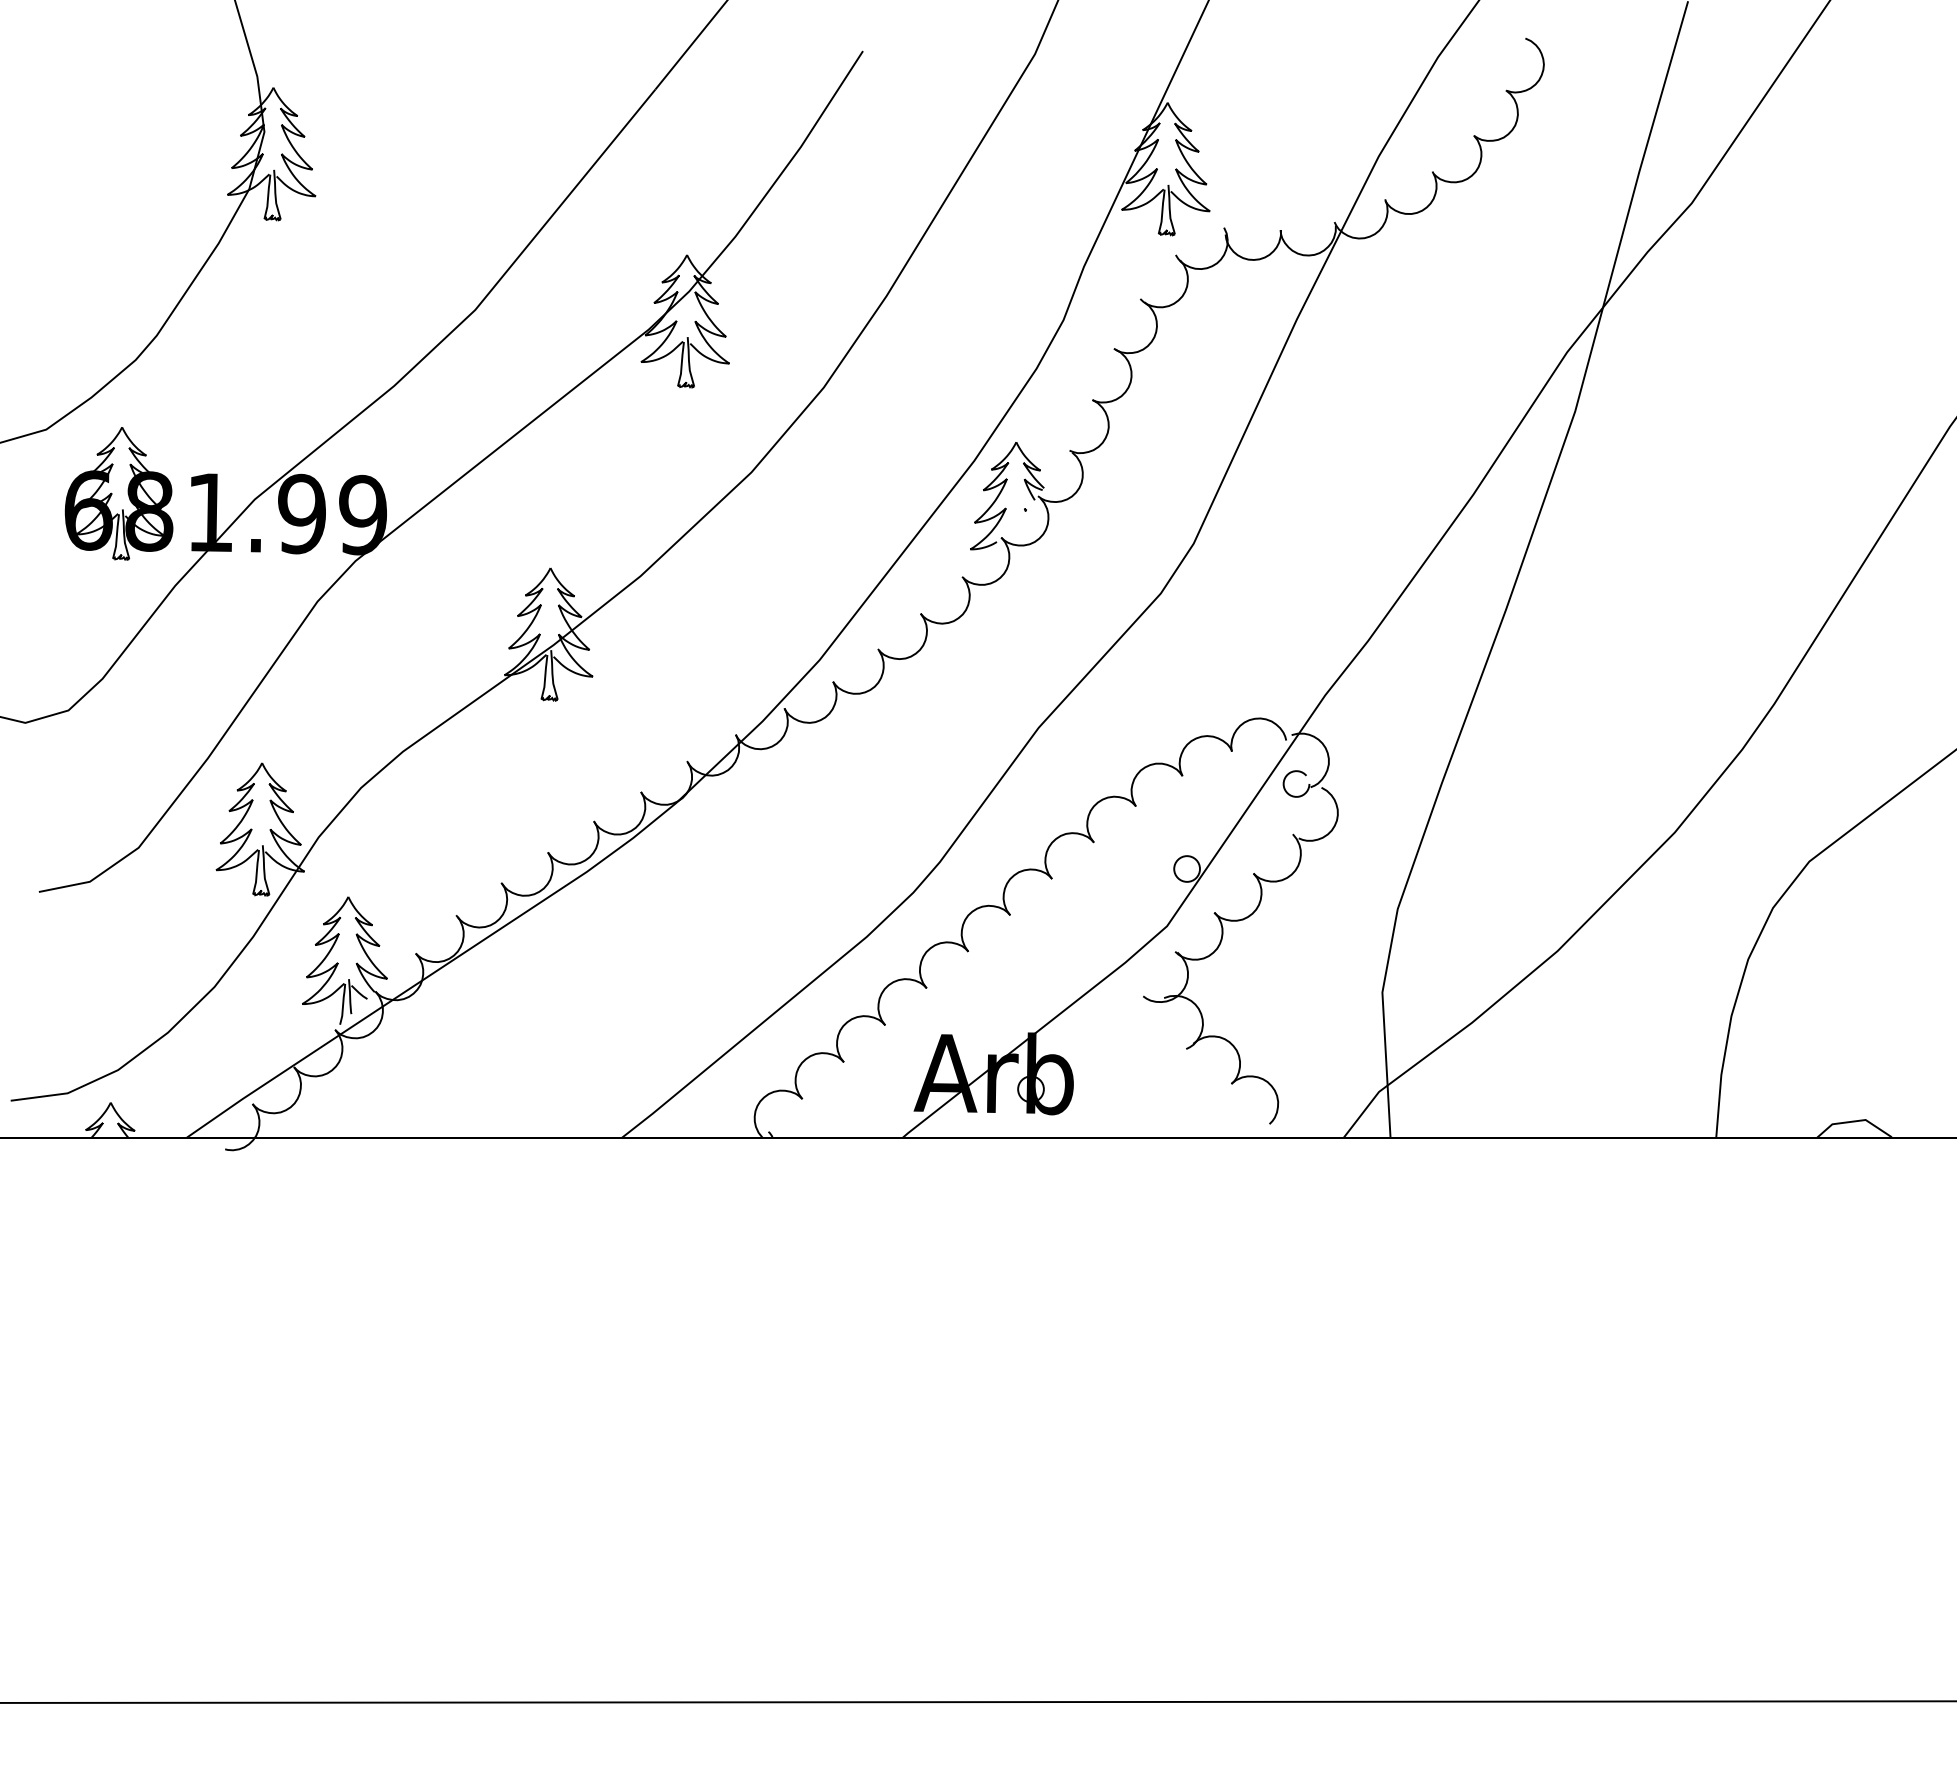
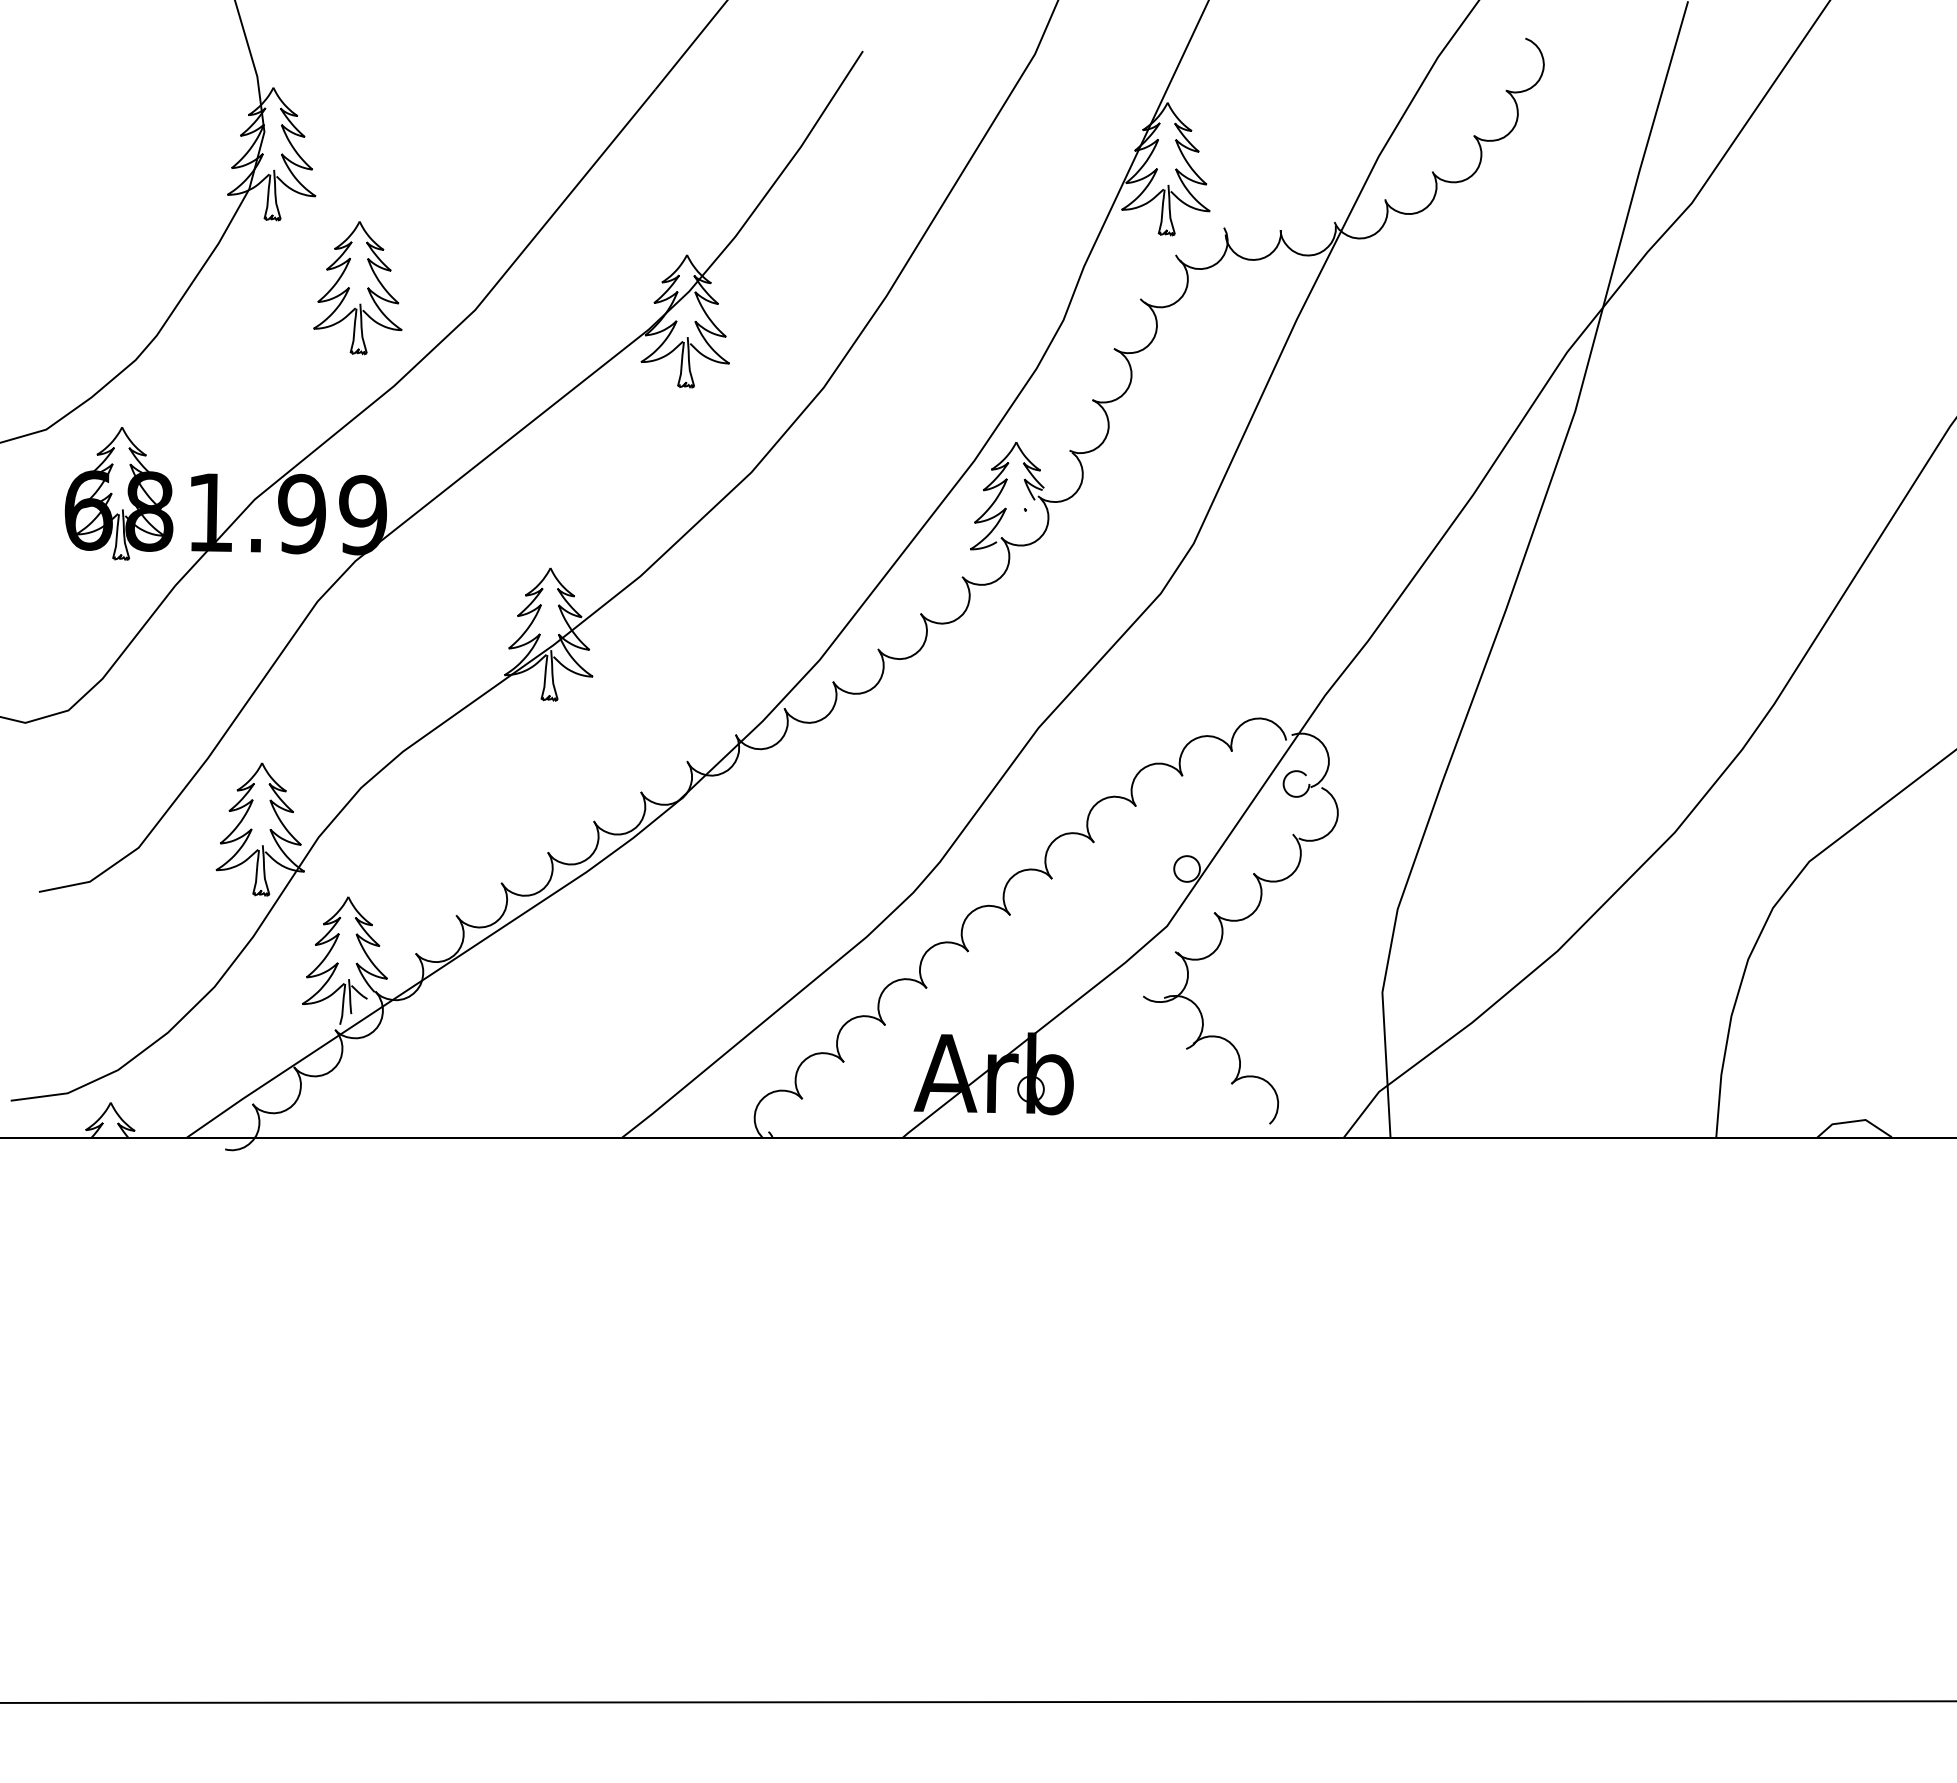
part at (357, 288): none -> present
